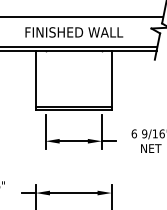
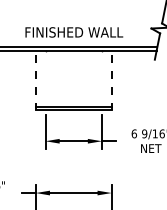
line at (82, 16): present -> none
line at (35, 80): solid -> dashed
line at (111, 80): solid -> dashed
